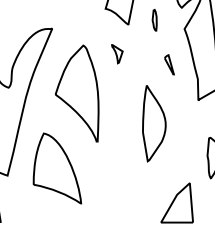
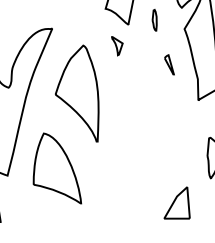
part at (117, 54) position: (117, 54) -> (117, 46)
part at (154, 123): present -> none
part at (176, 202) size: 34x42 px -> 28x34 px
